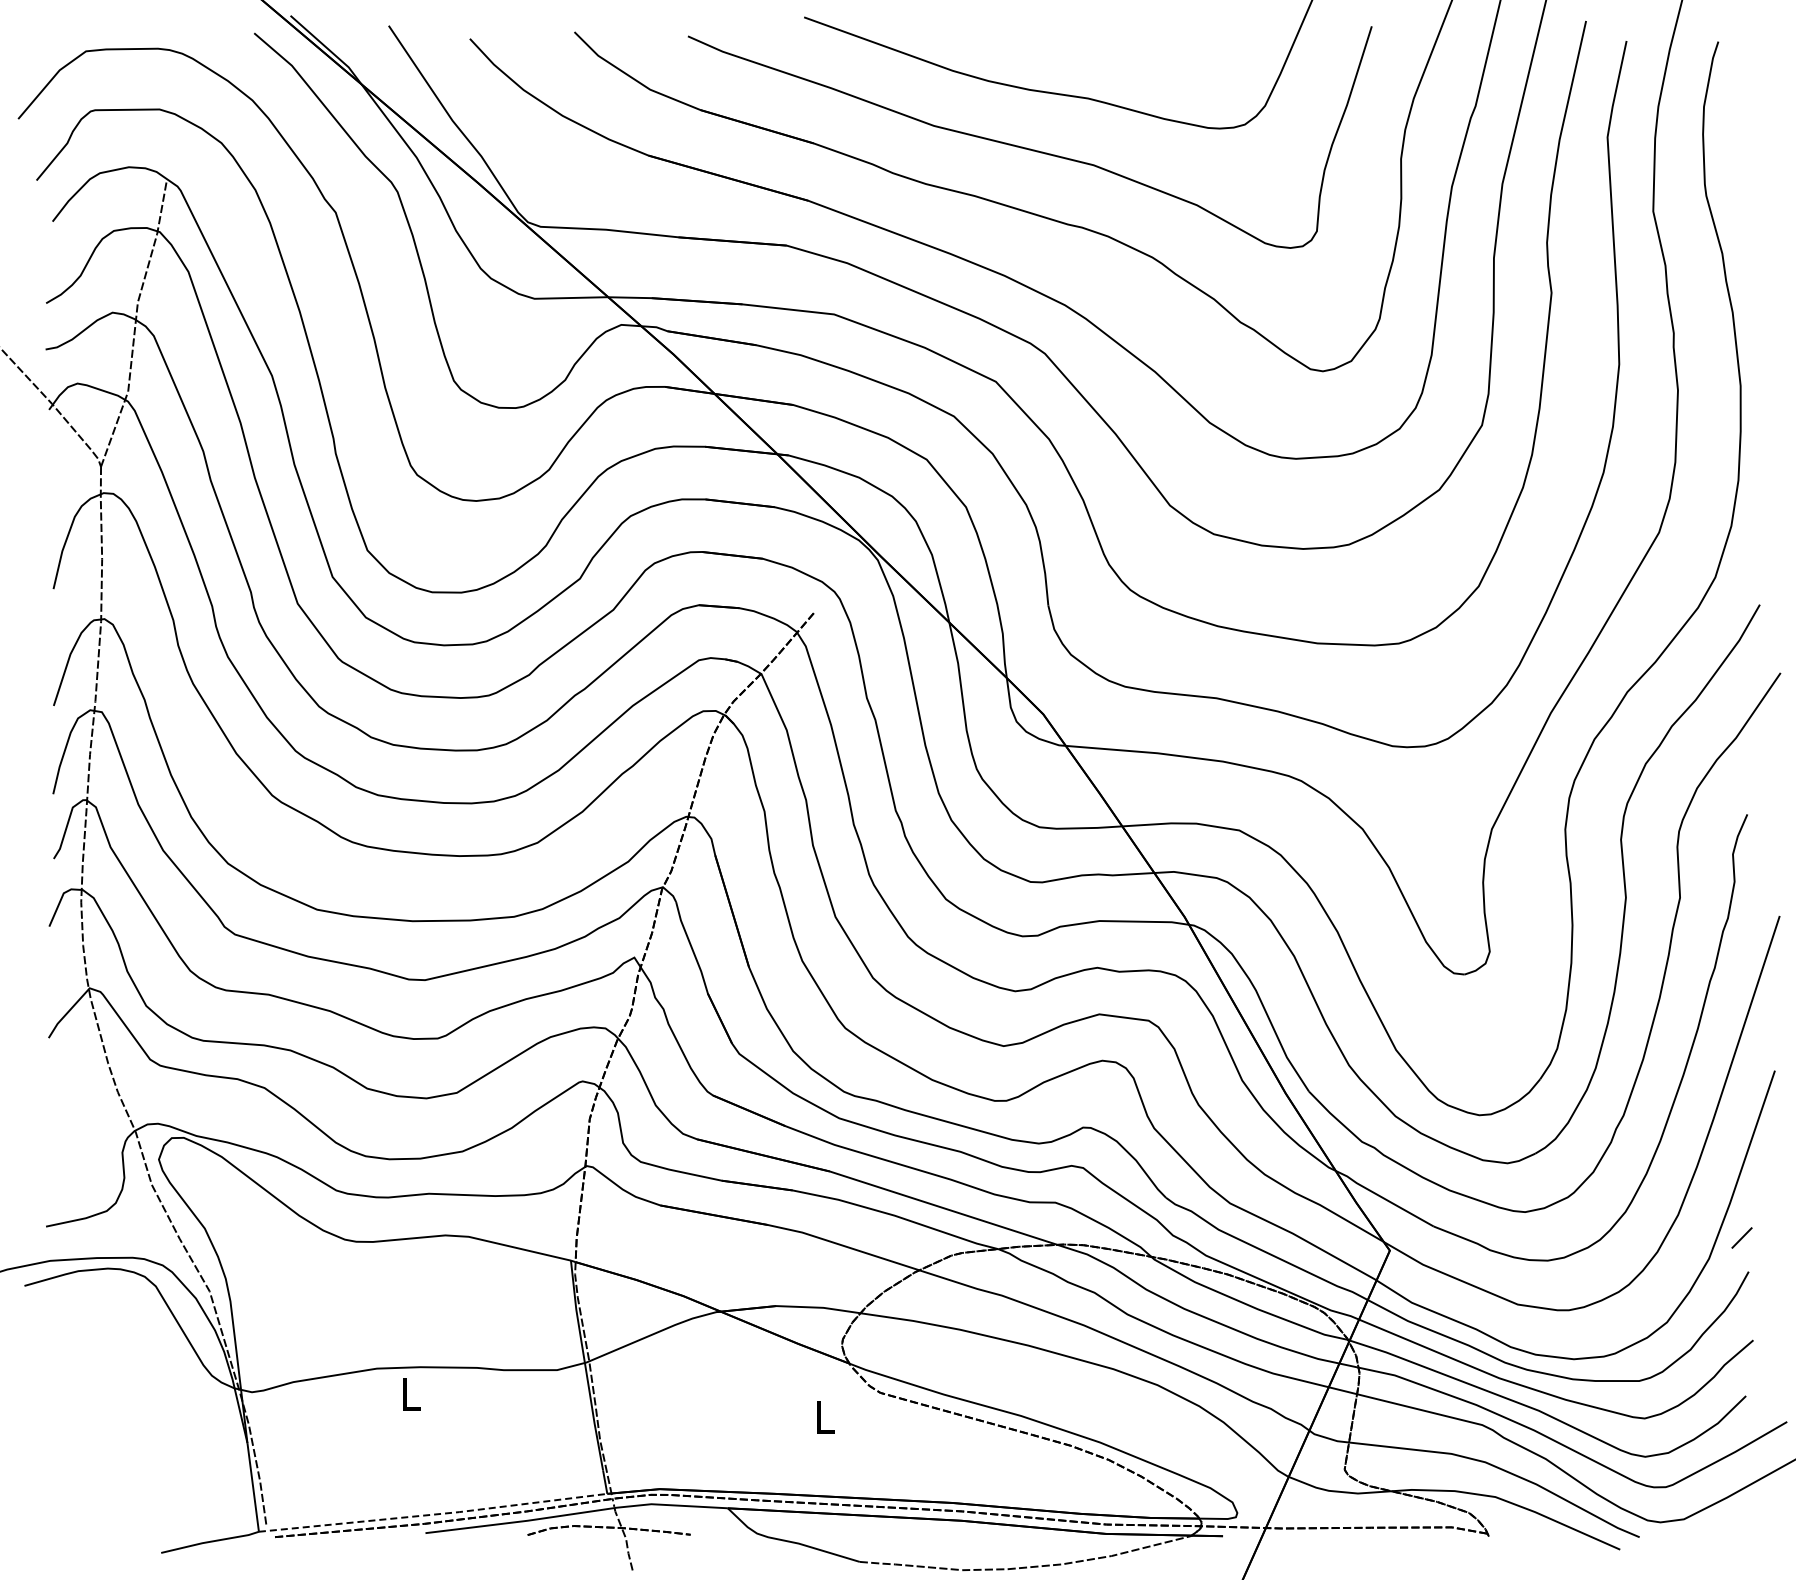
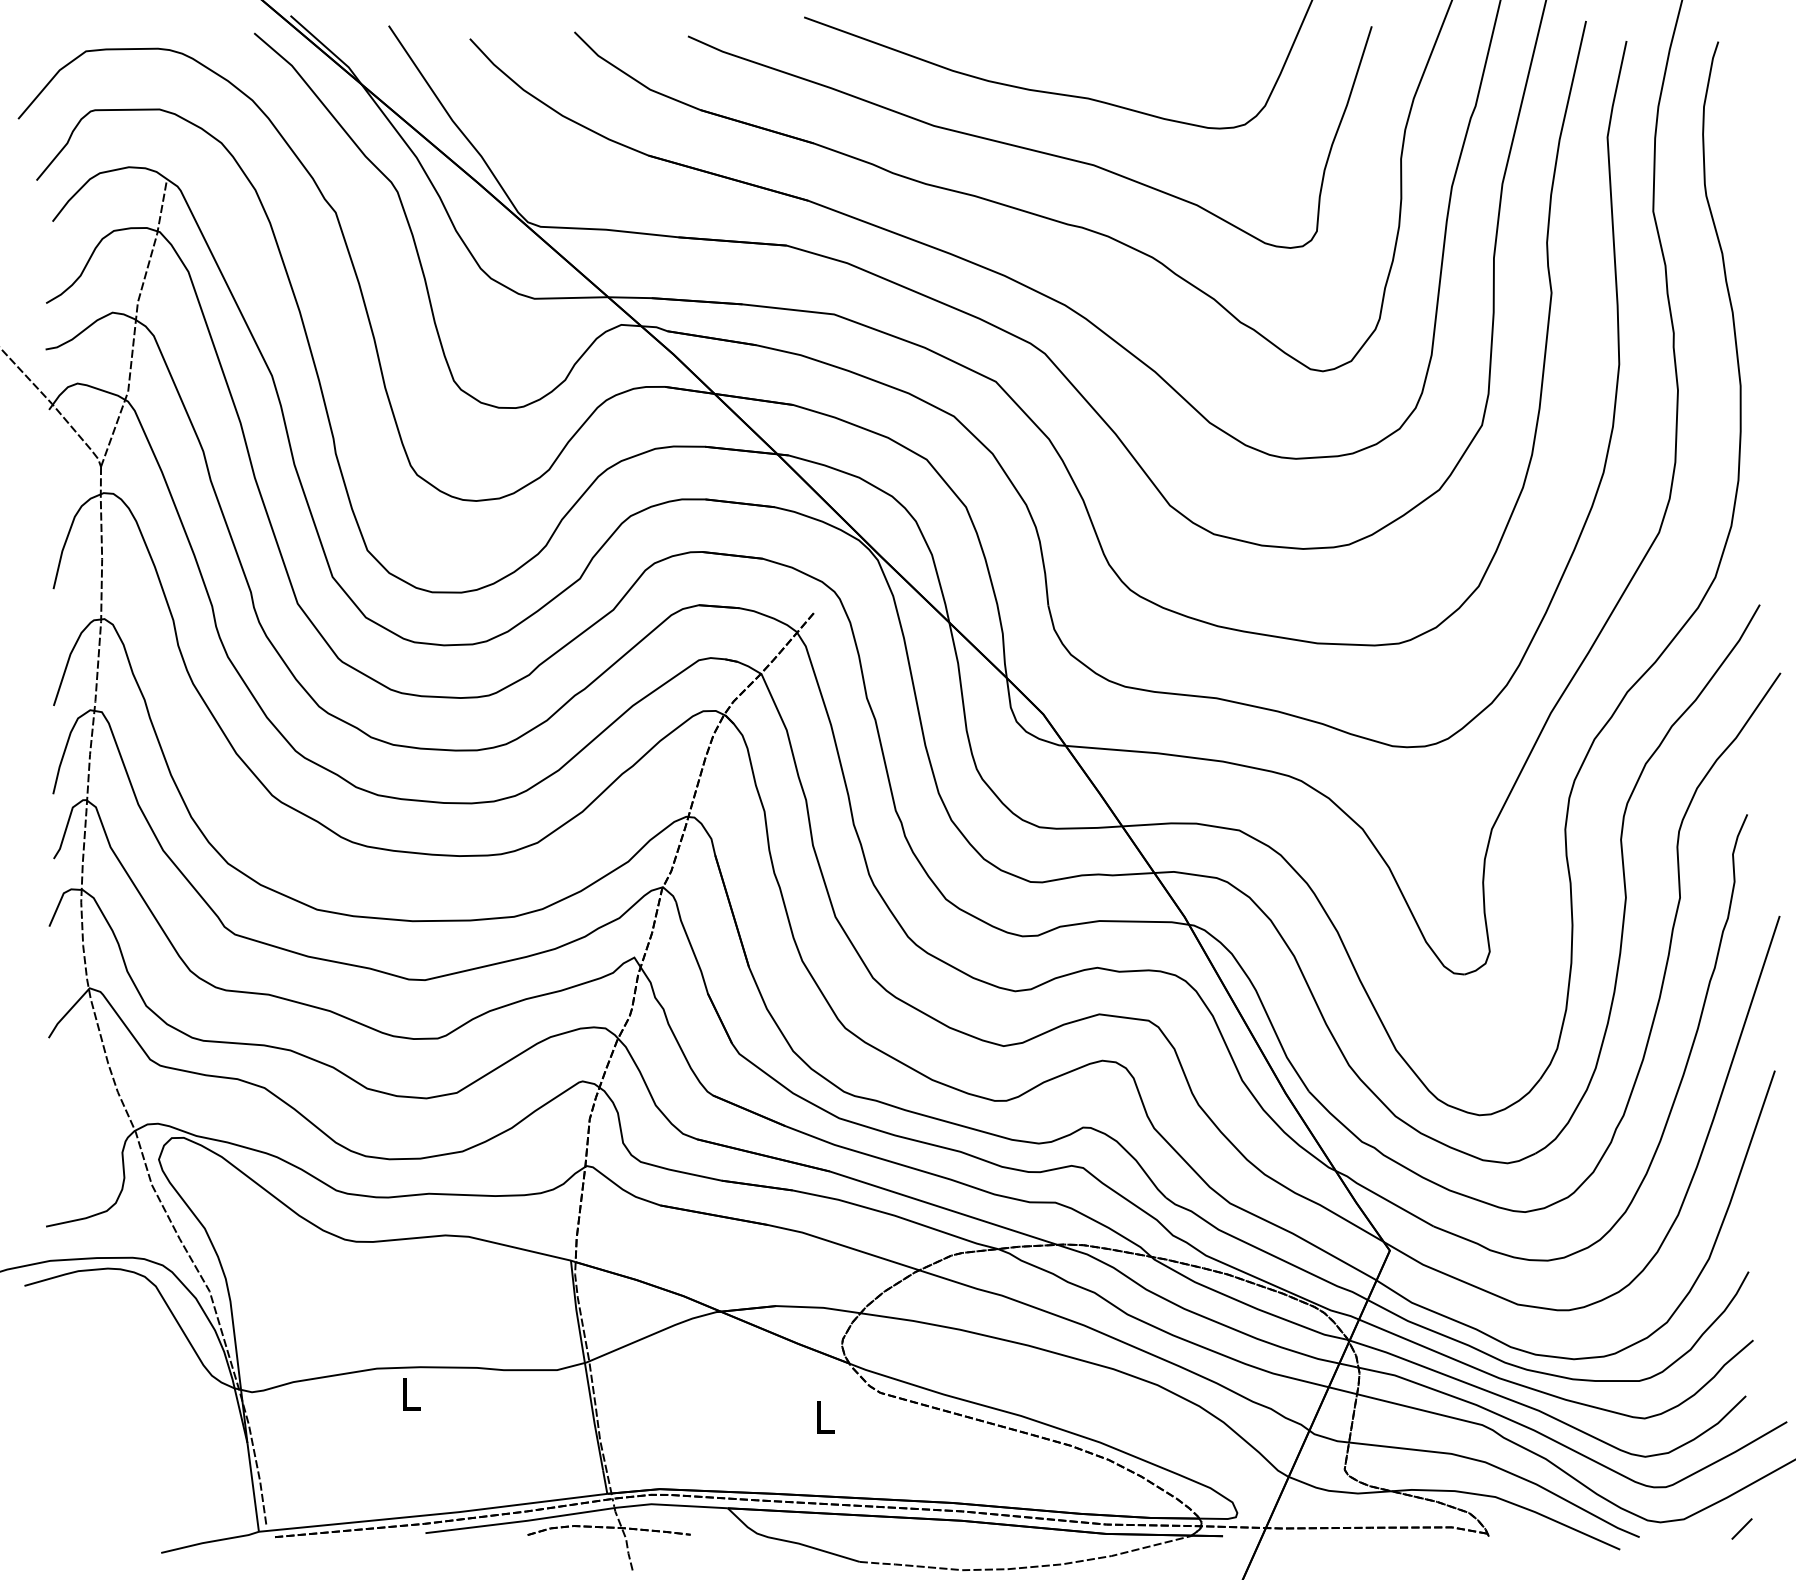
line at (1741, 1237) position: (1741, 1237) -> (1741, 1528)
line at (434, 1514): dashed -> solid
